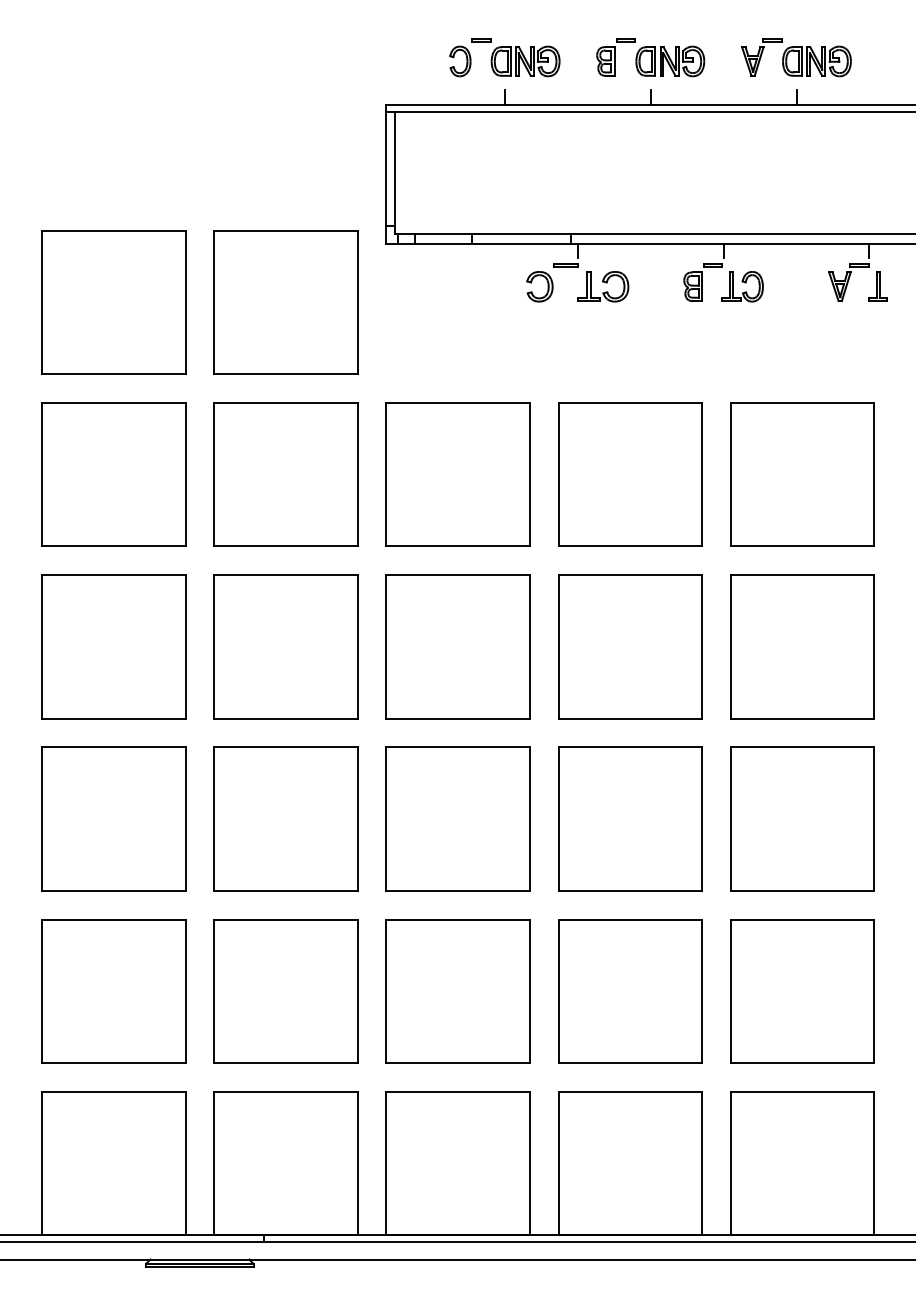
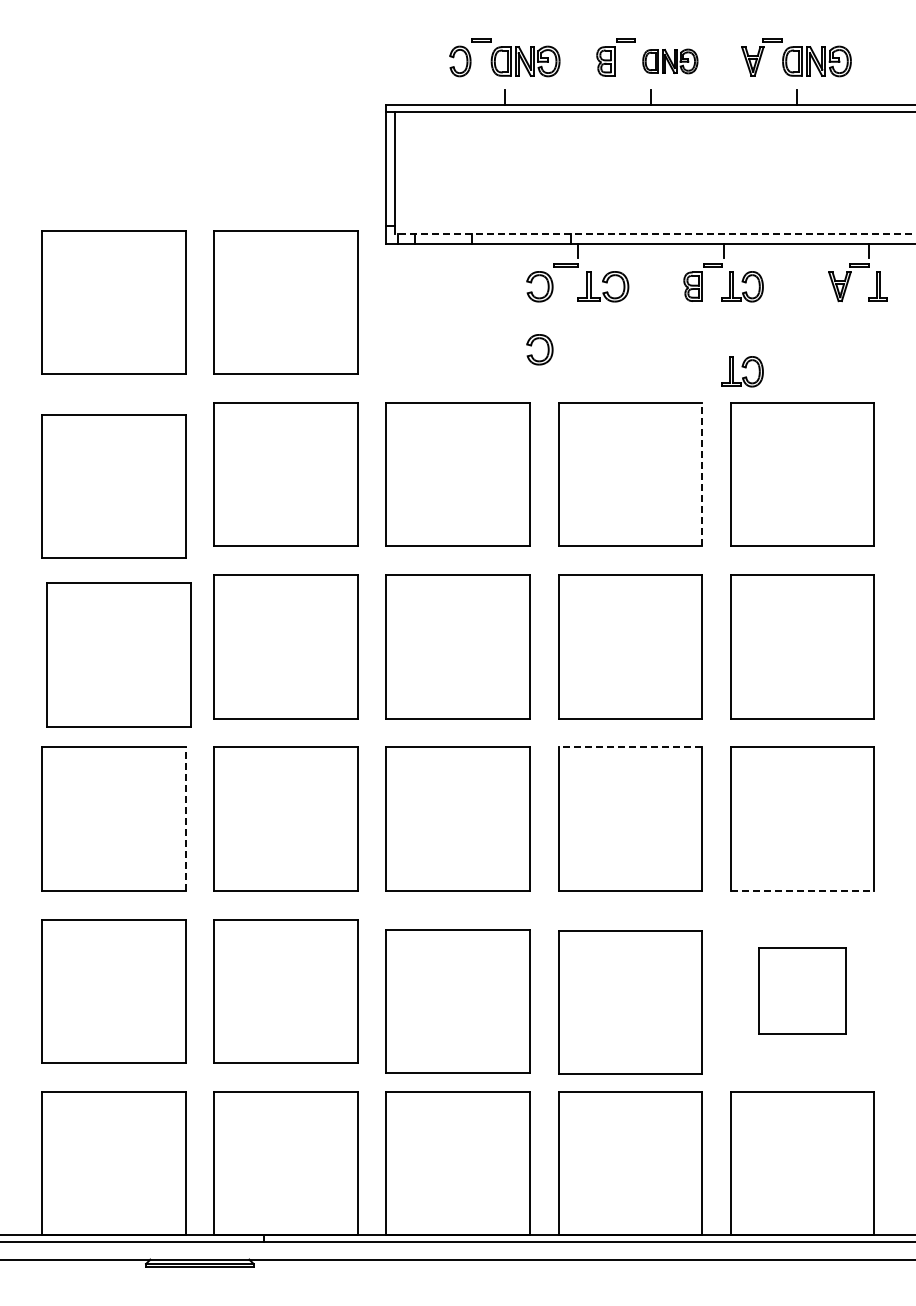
part at (670, 61) size: 71x33 px -> 57x27 px
line at (654, 233): solid -> dashed
part at (547, 349): none -> present
part at (742, 371): none -> present
part at (113, 474) position: (113, 474) -> (113, 486)
line at (702, 474): solid -> dashed
part at (113, 646) position: (113, 646) -> (118, 654)
line at (630, 747): solid -> dashed
line at (185, 819): solid -> dashed
line at (802, 890): solid -> dashed
part at (457, 991) position: (457, 991) -> (457, 1001)
part at (630, 991) position: (630, 991) -> (630, 1002)
part at (802, 991) size: 145x145 px -> 89x88 px
